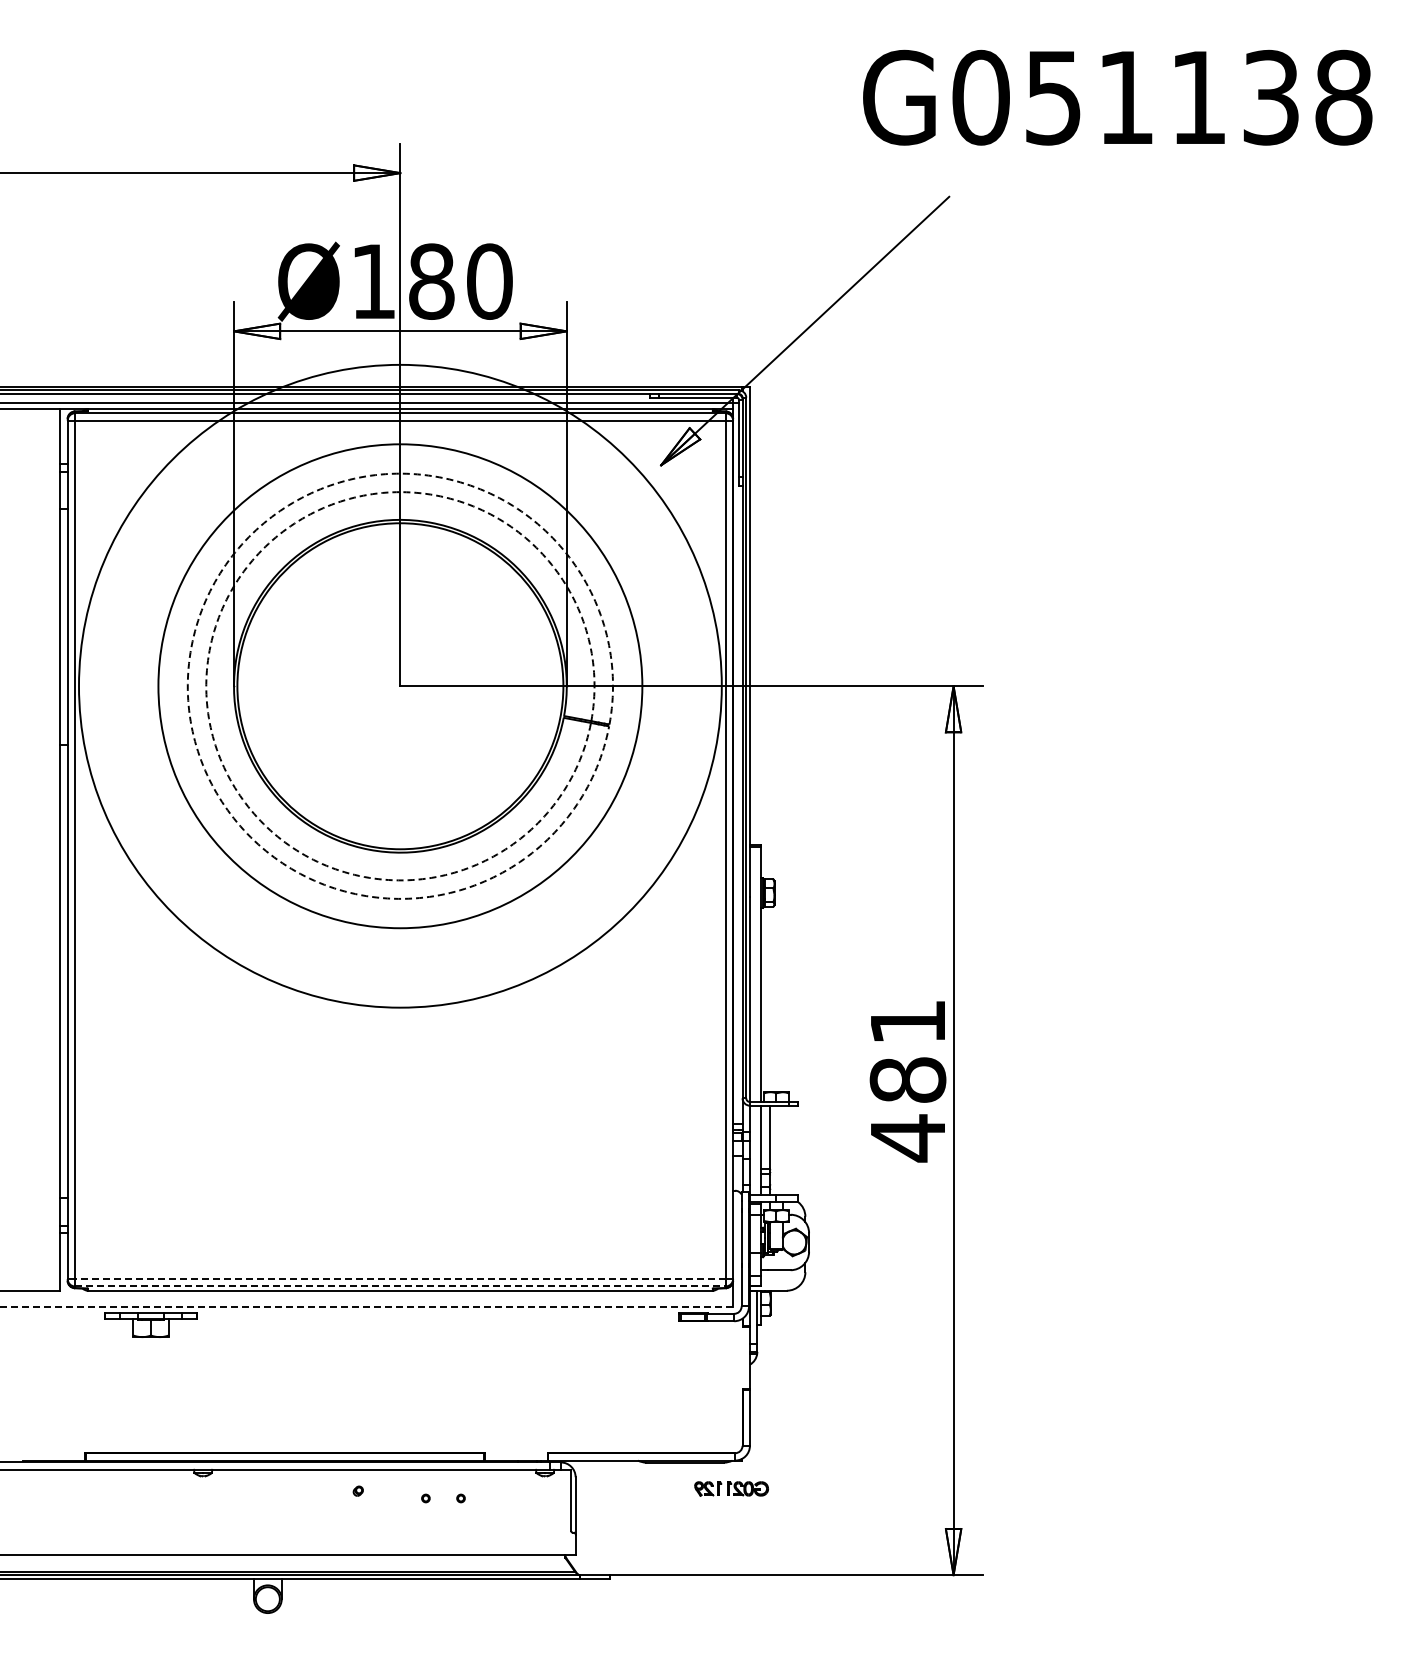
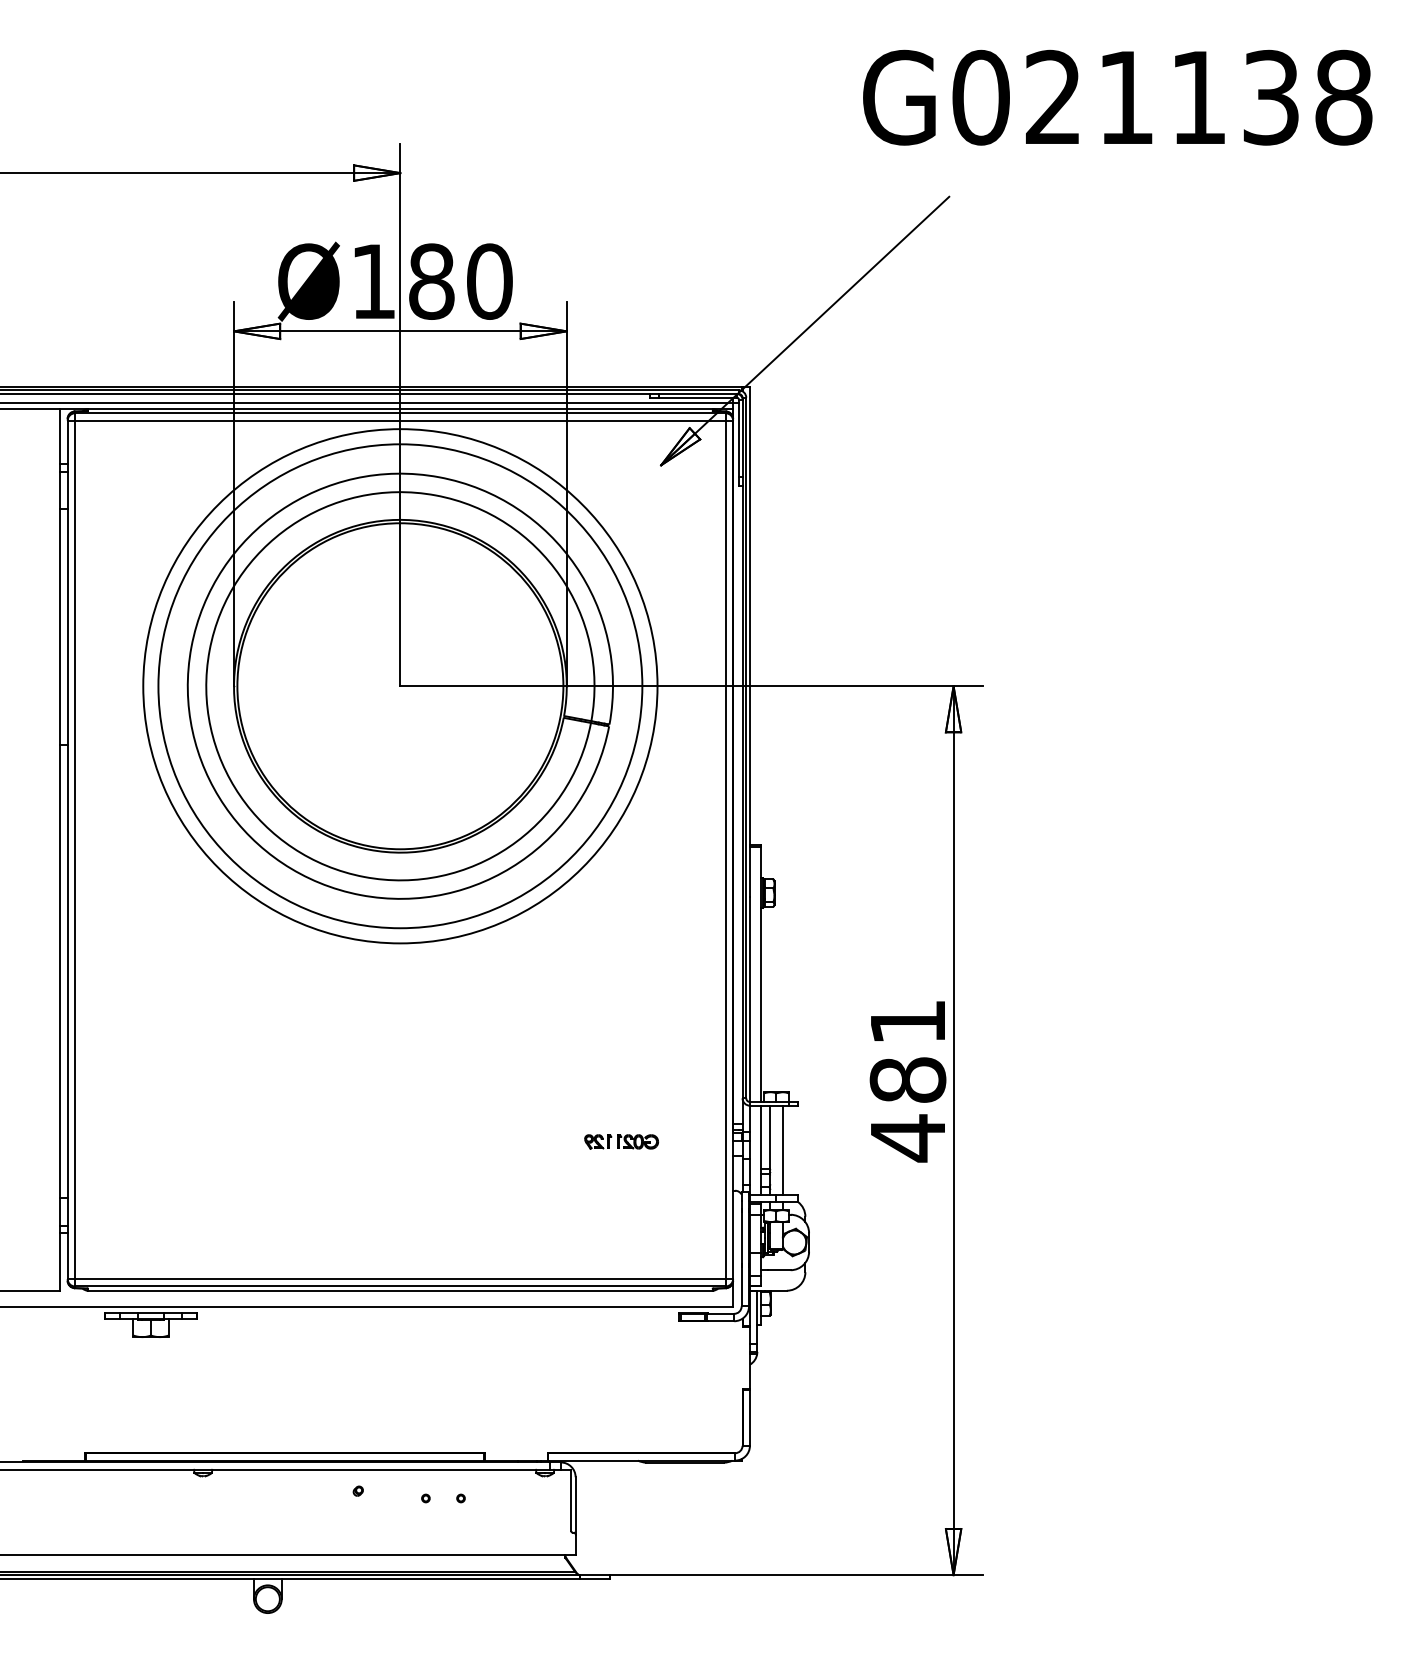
text at (1053, 97): G051138 -> G021138
arc at (191, 647): dashed -> solid
arc at (209, 650): dashed -> solid
circle at (400, 685) diameter: 643 px -> 514 px
line at (782, 1149): none -> present
line at (399, 1279): dashed -> solid
line at (400, 1286): dashed -> solid
line at (366, 1307): dashed -> solid
part at (731, 1488) position: (731, 1488) -> (621, 1141)
